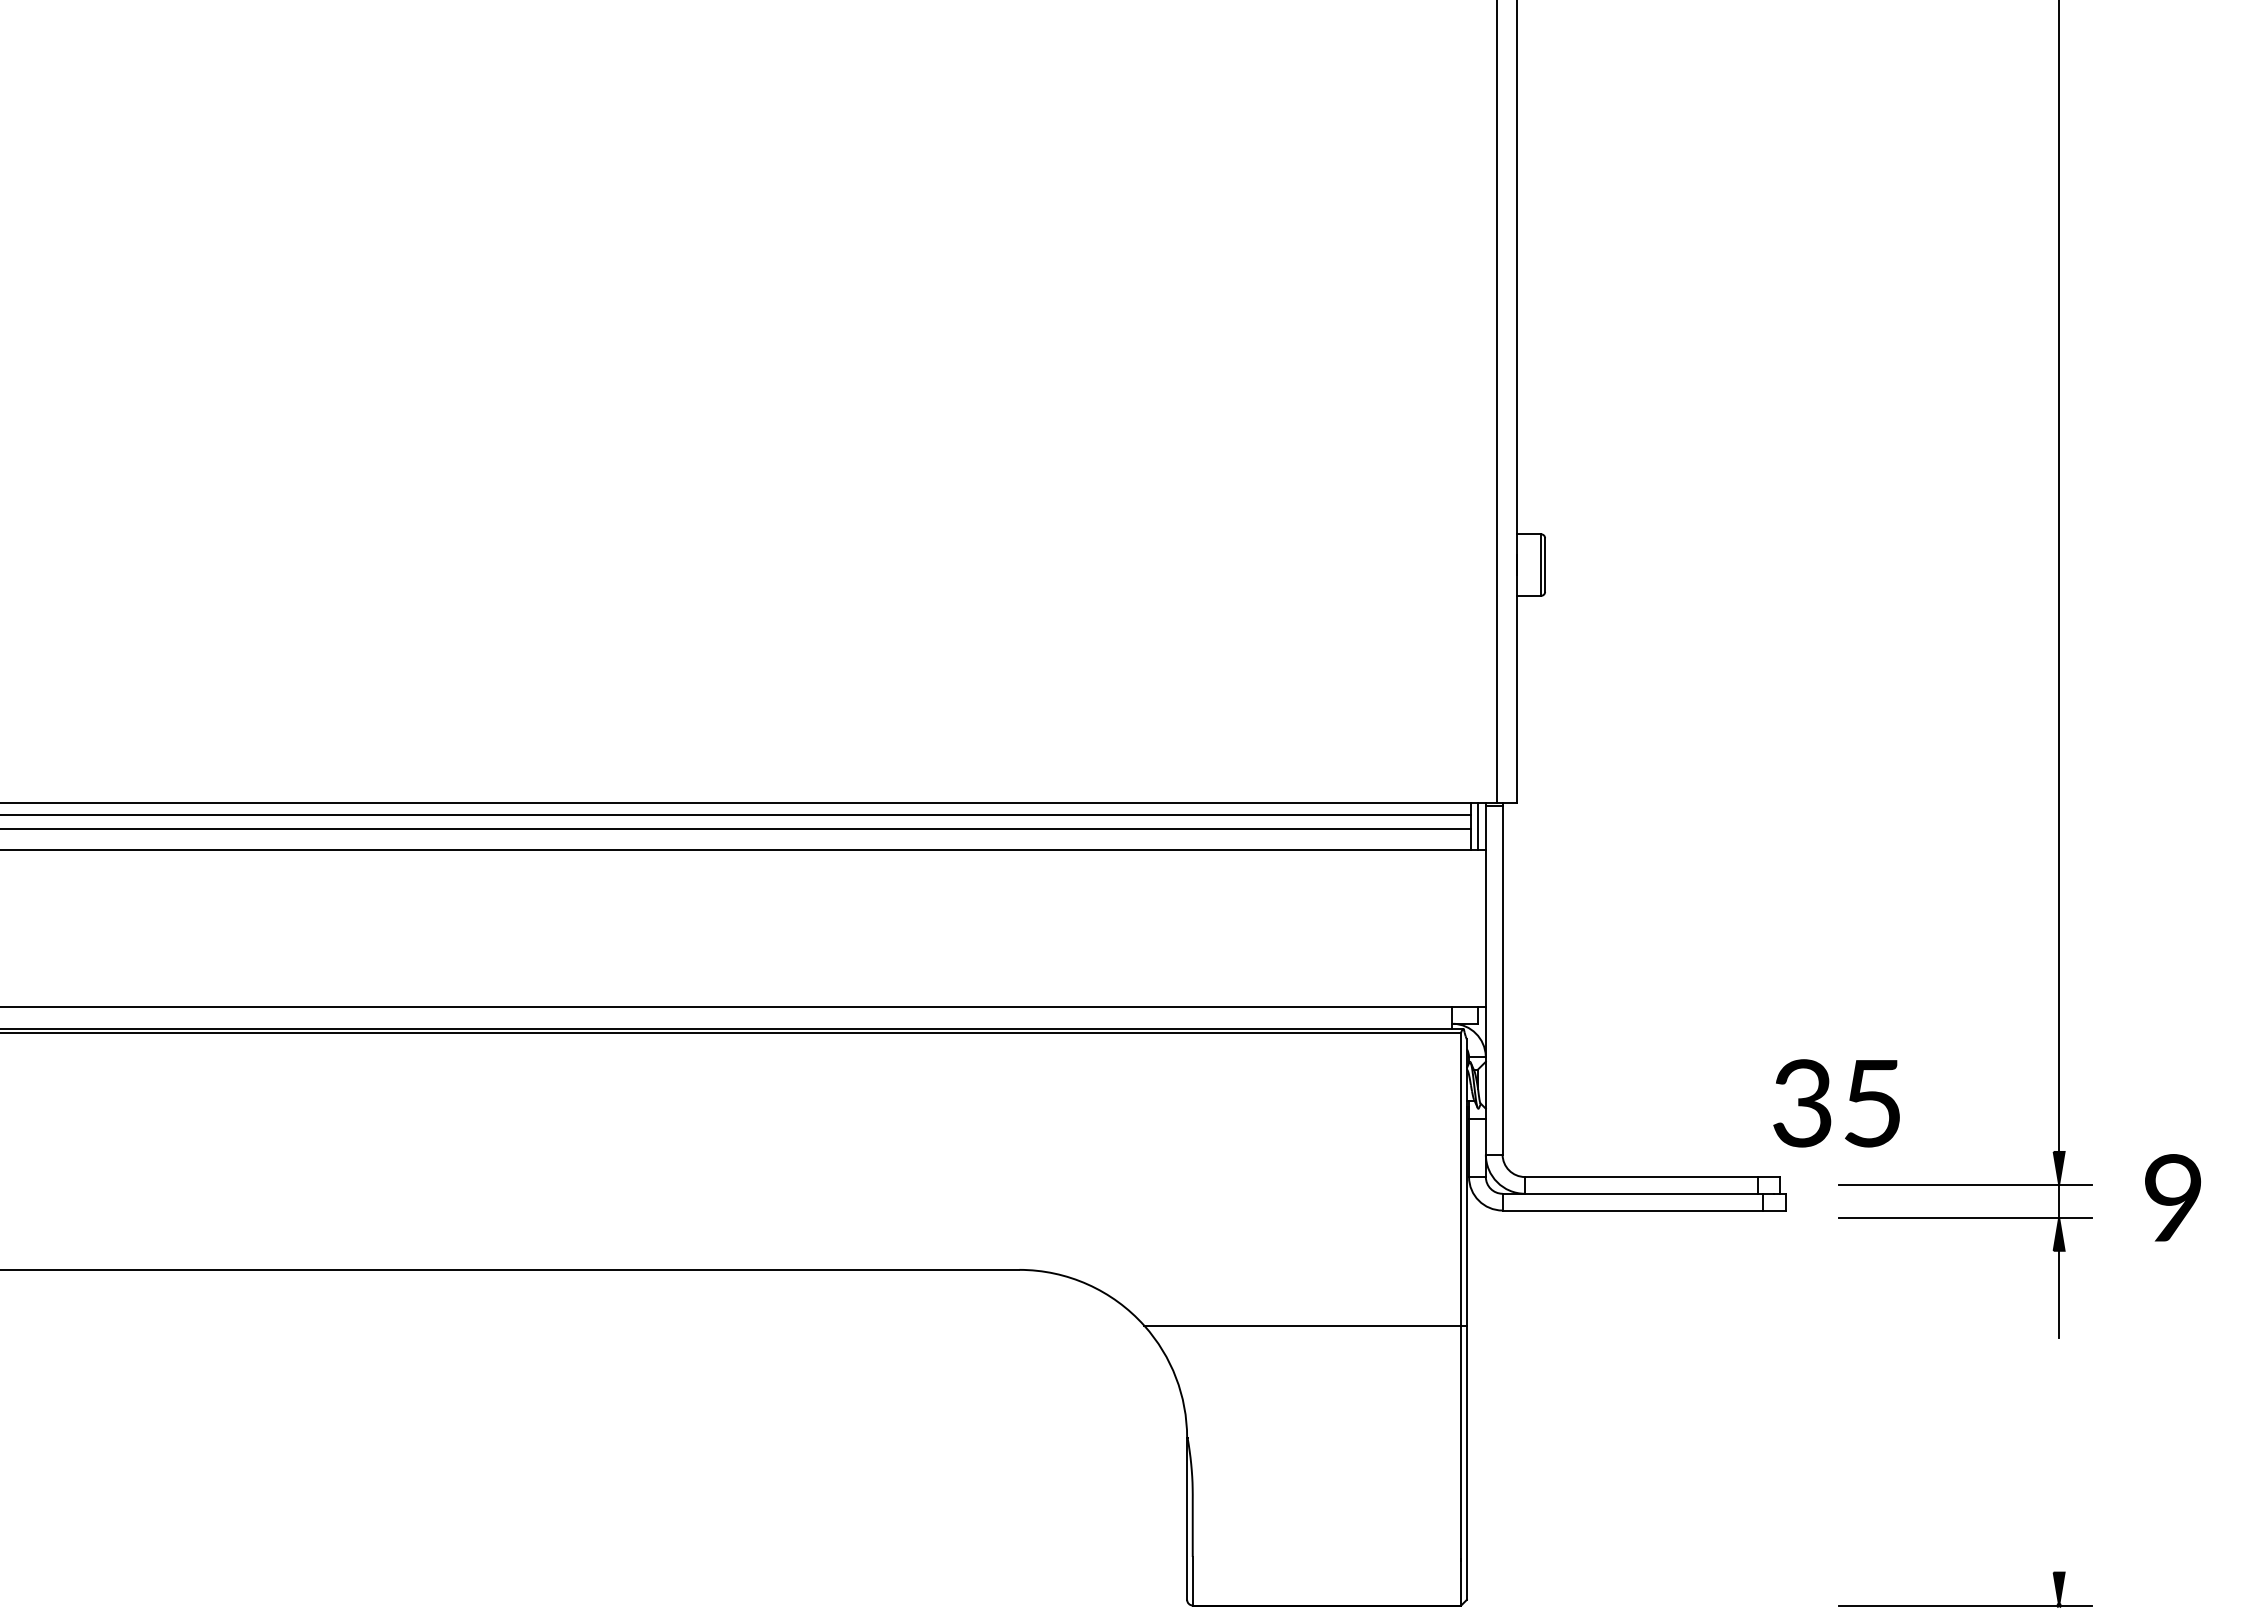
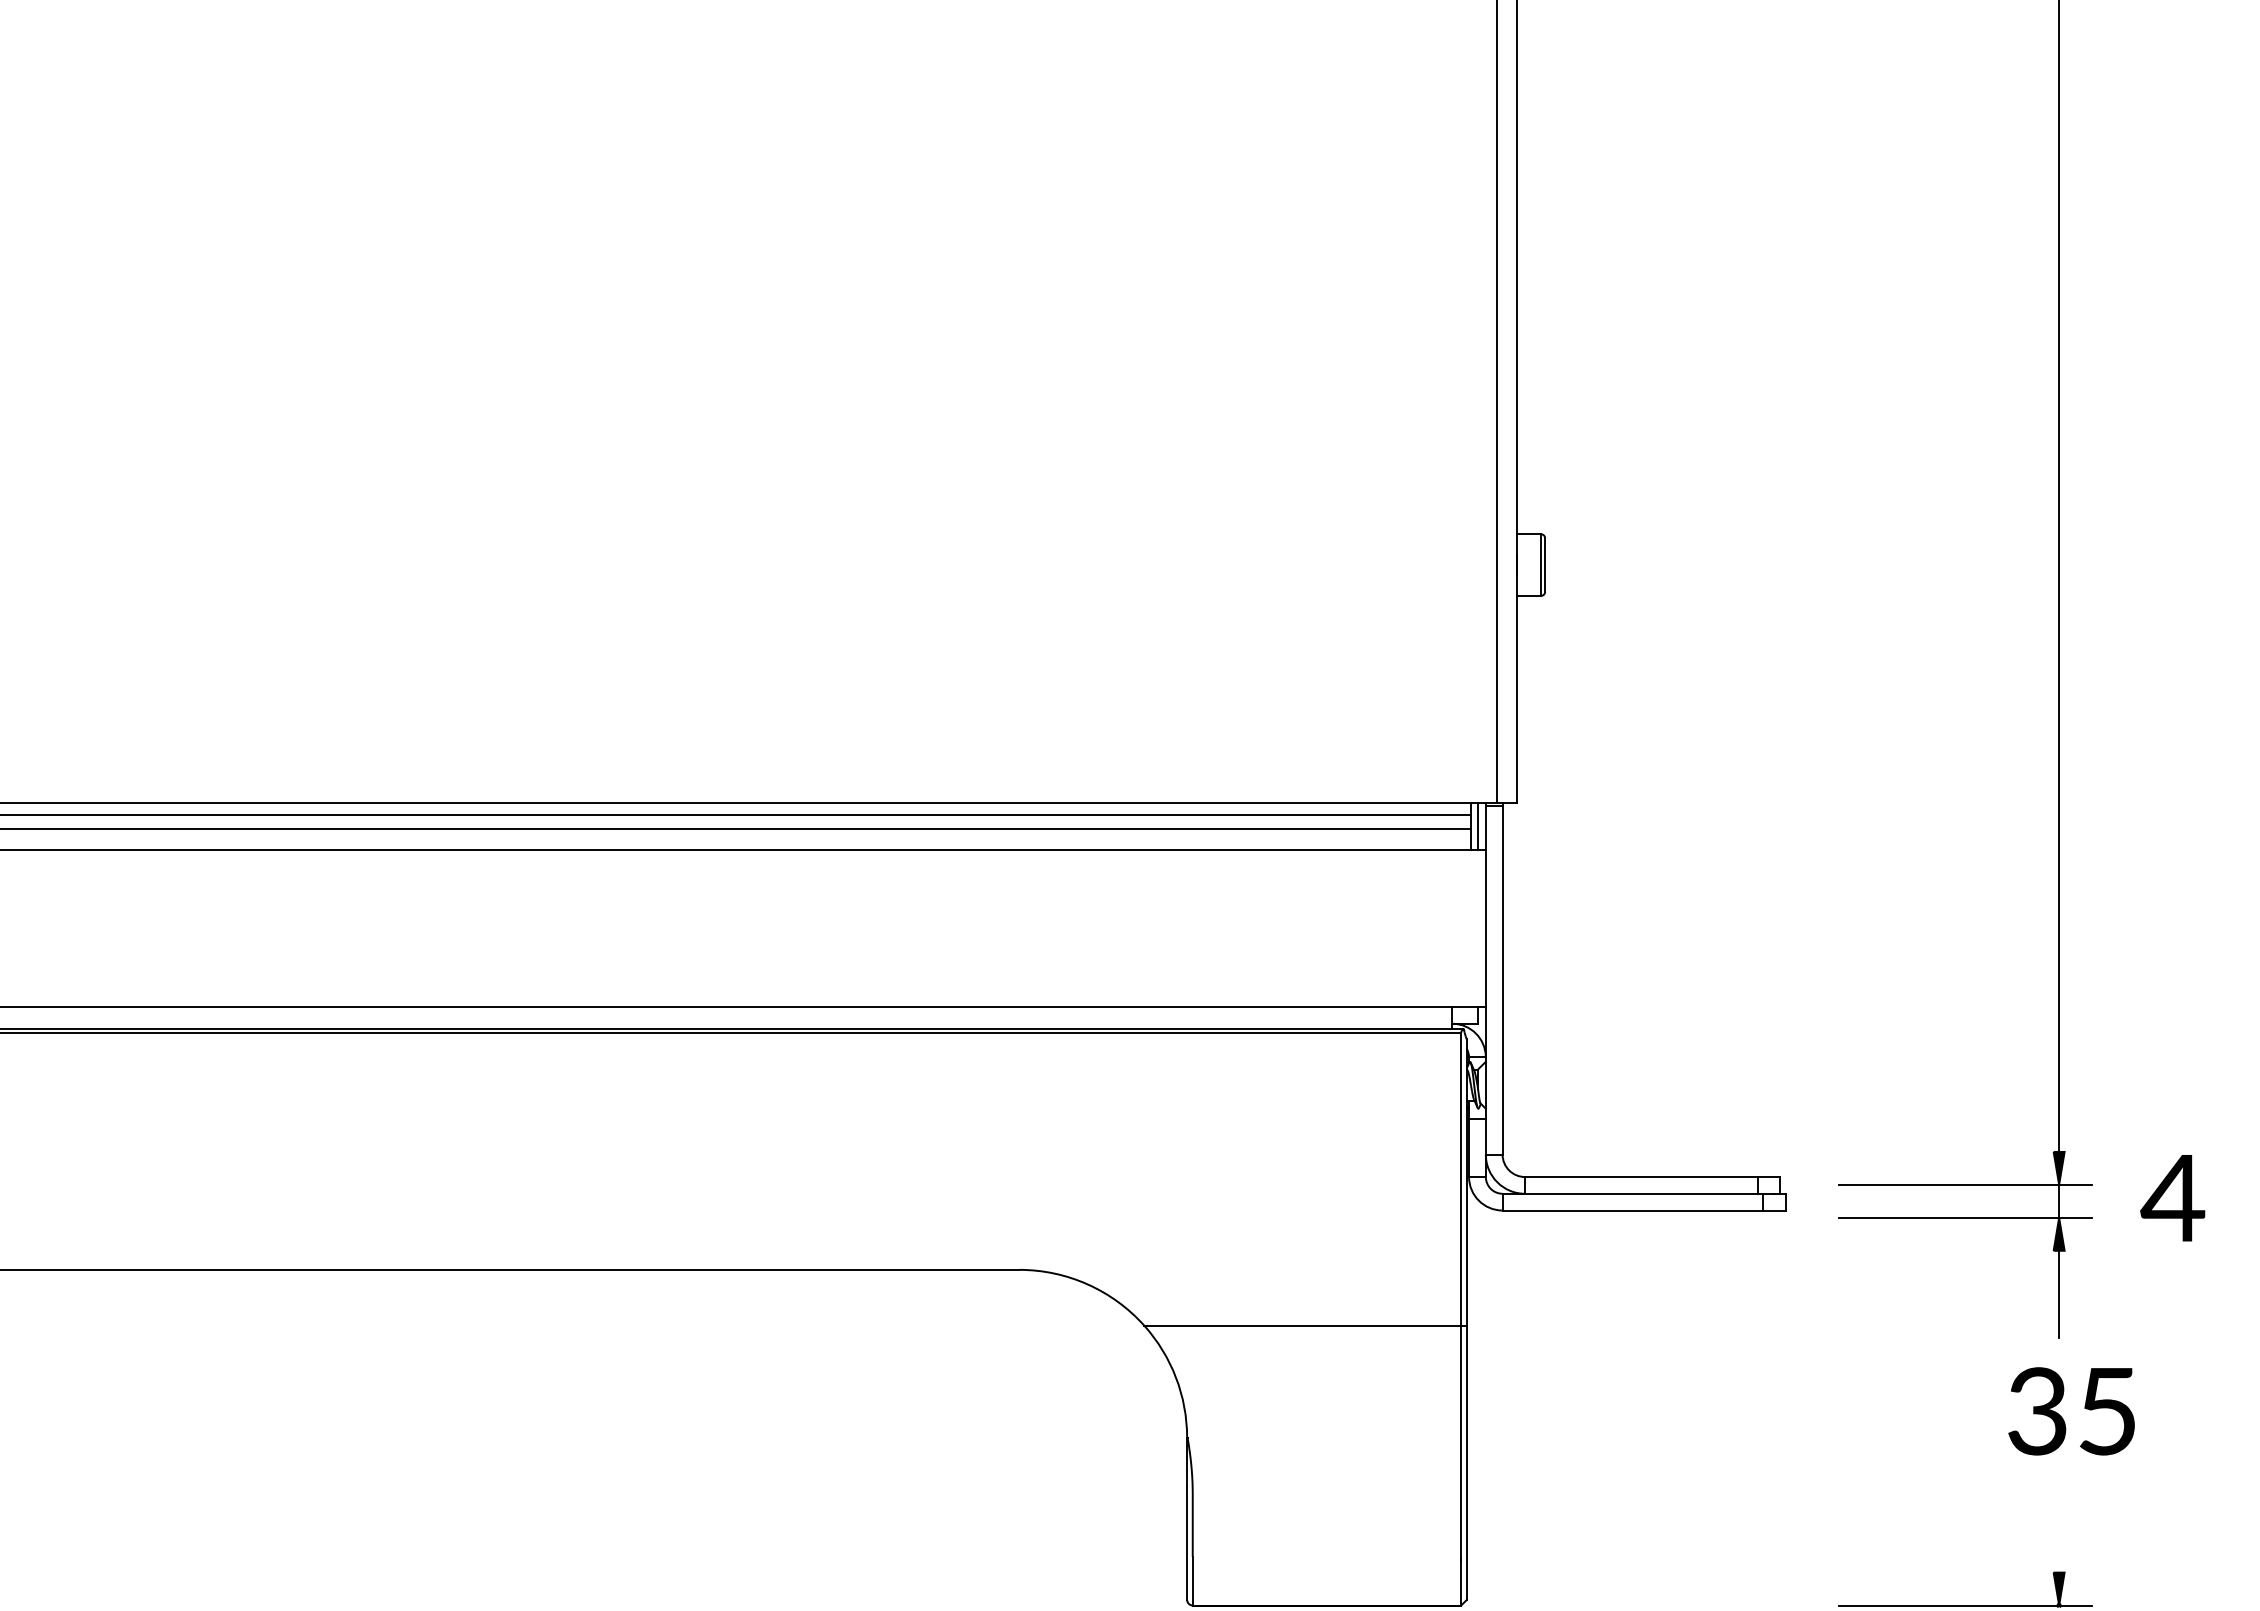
text at (1836, 1103) position: (1836, 1103) -> (2071, 1411)
text at (2172, 1197): 9 -> 4
